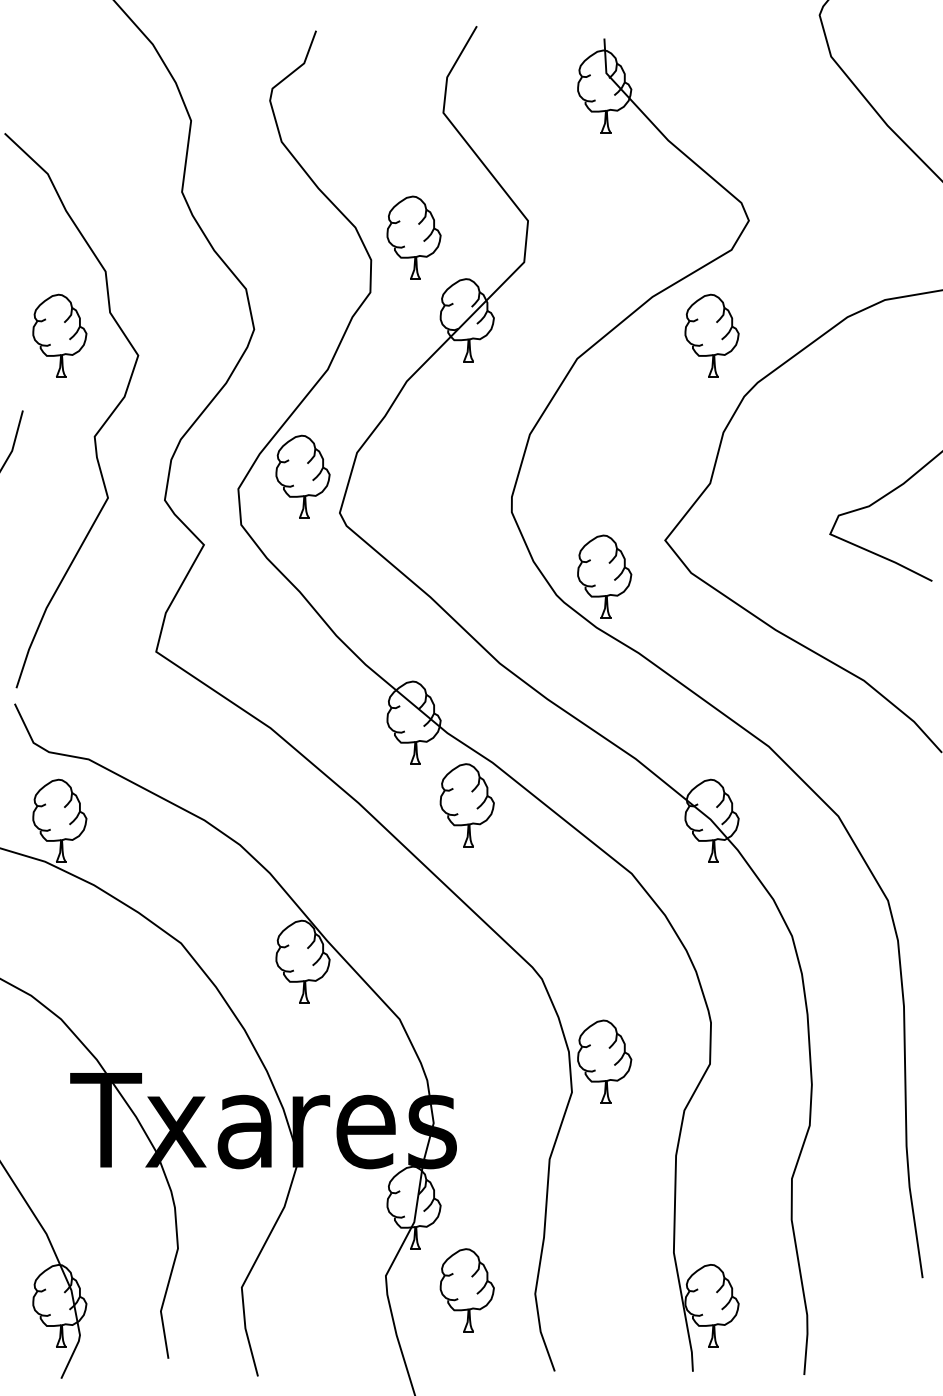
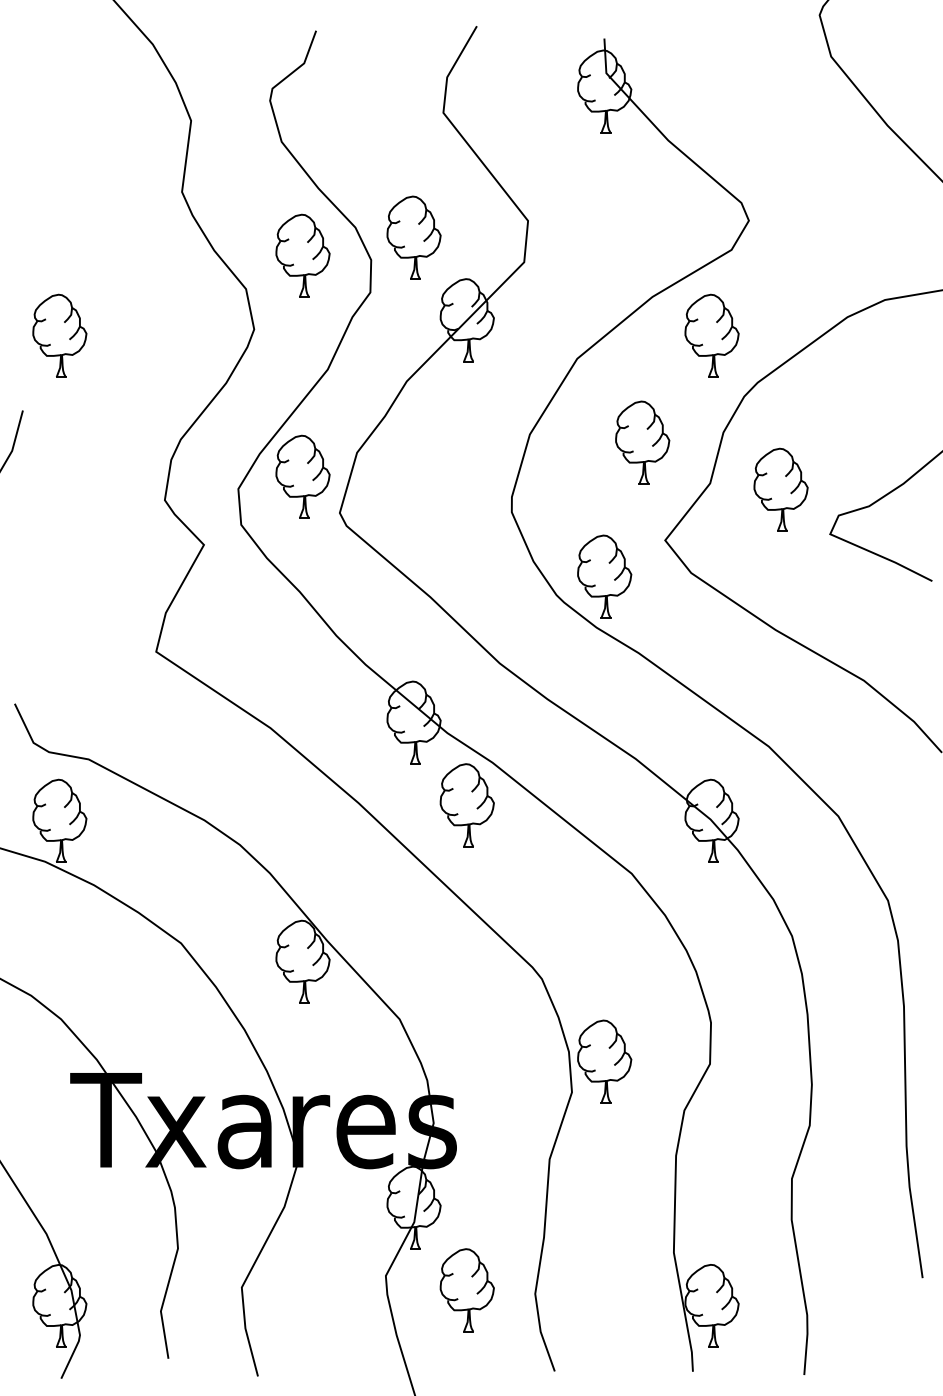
part at (302, 255): none -> present
curve at (98, 429): present -> none
part at (642, 442): none -> present
part at (780, 489): none -> present
